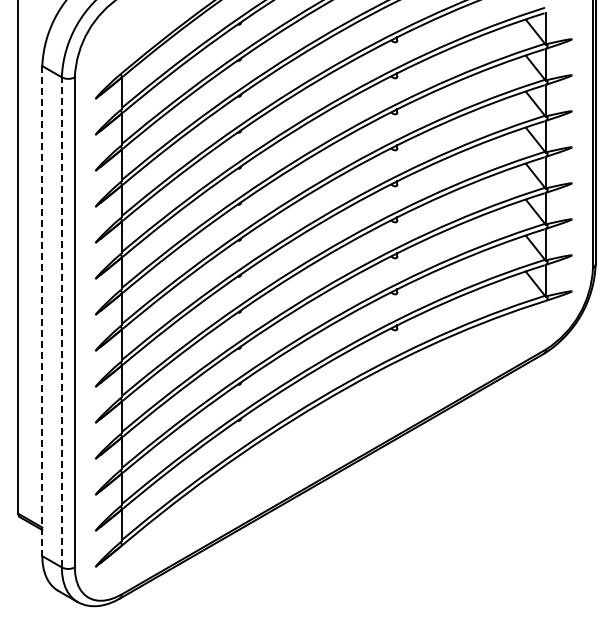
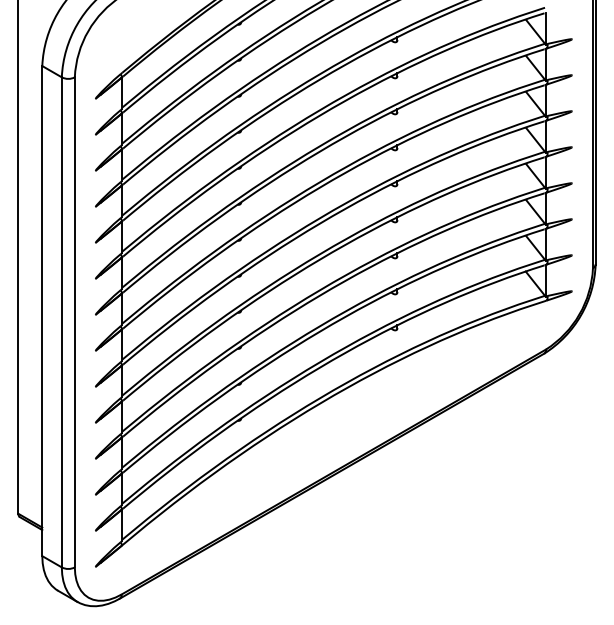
line at (42, 311): dashed -> solid
line at (61, 321): dashed -> solid
